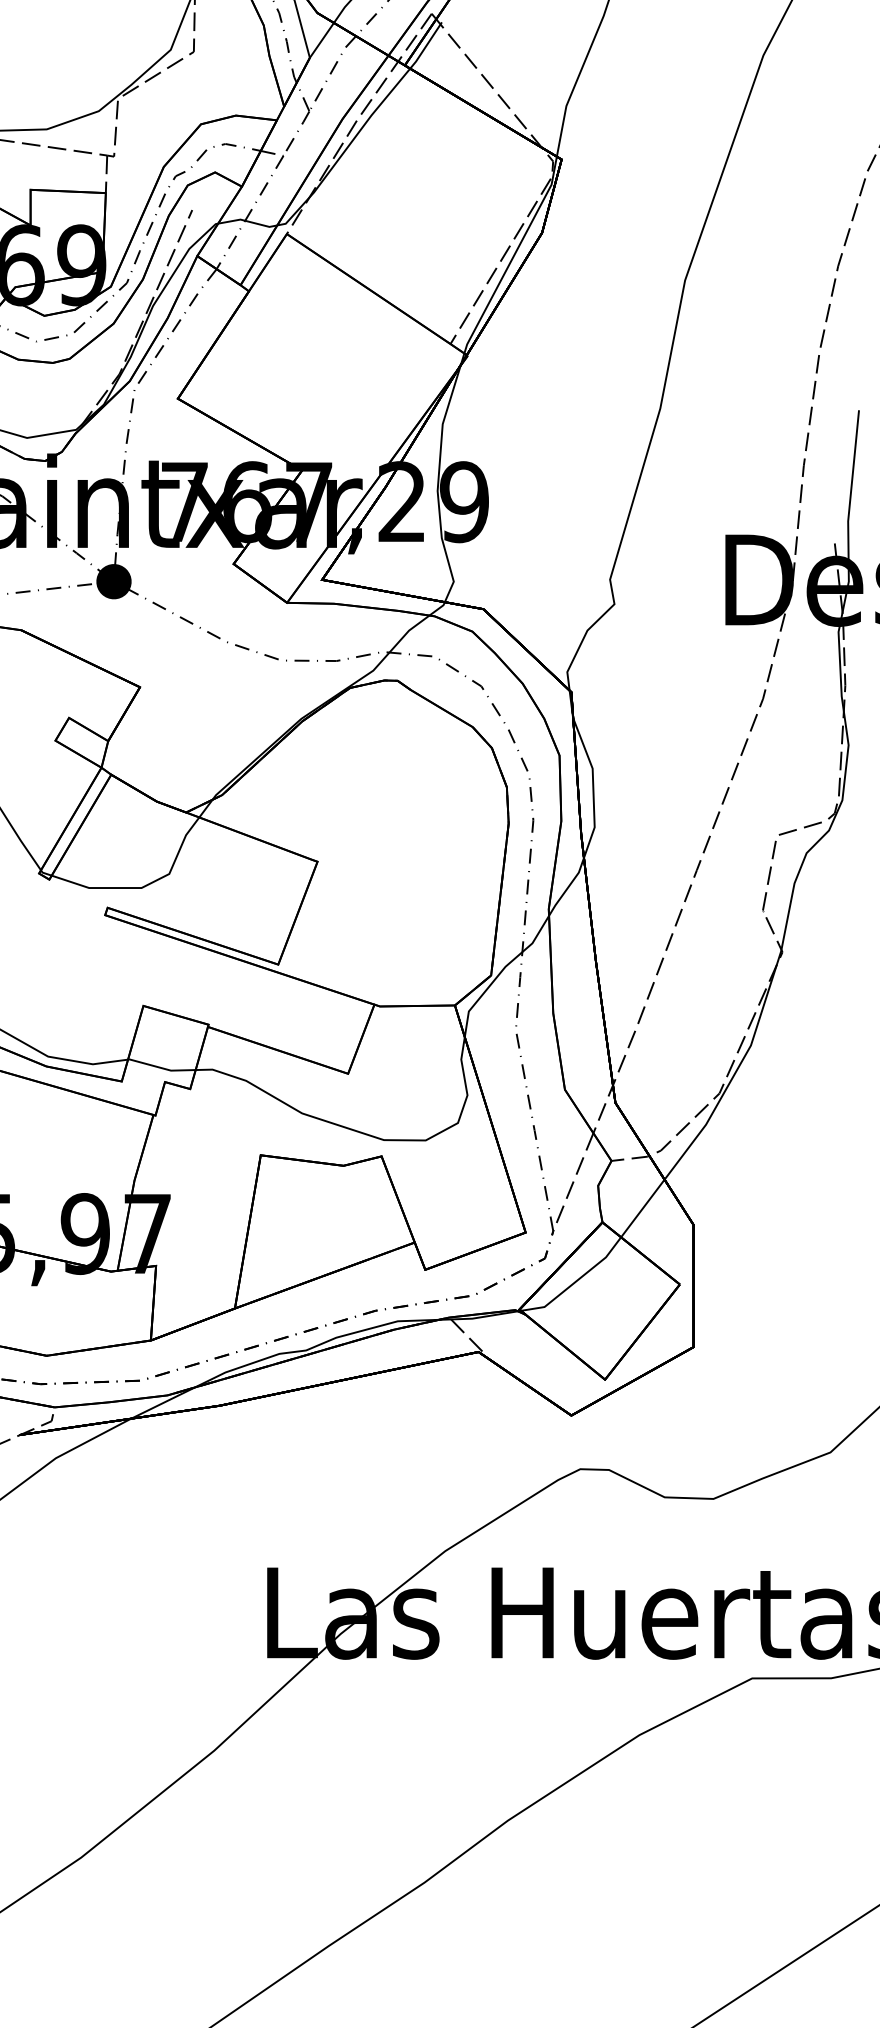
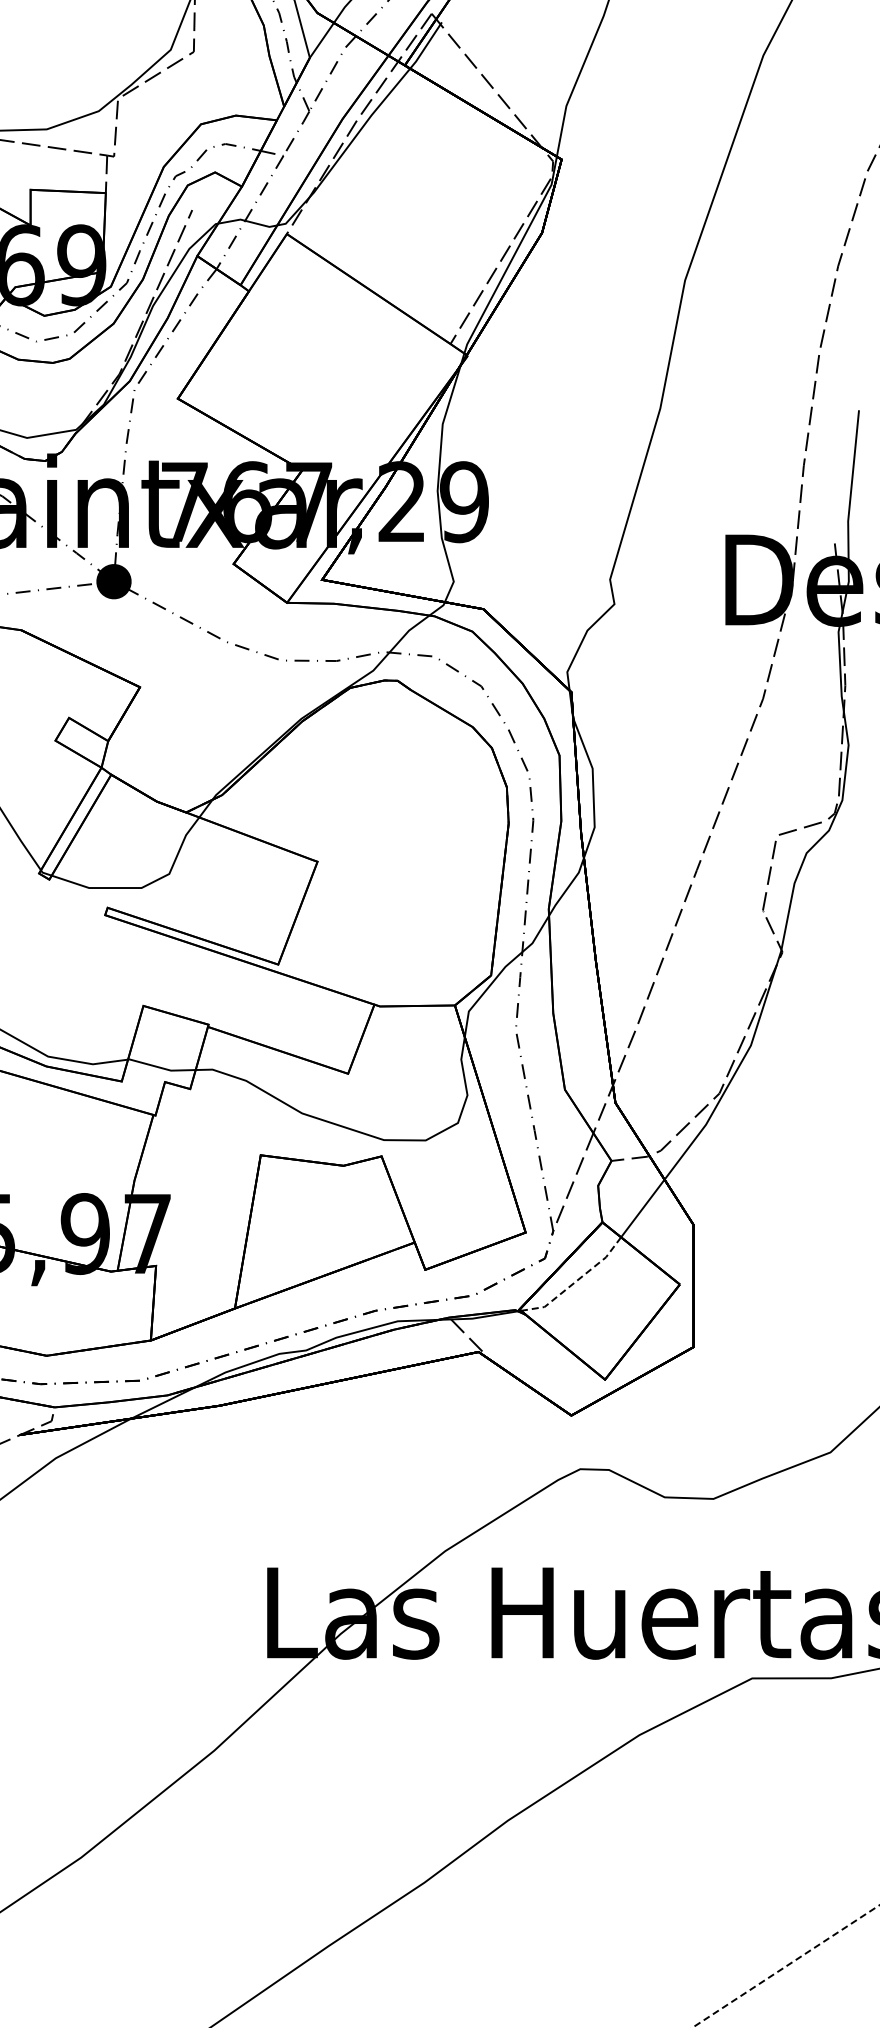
line at (576, 1281): solid -> dashed
line at (785, 1966): solid -> dashed
